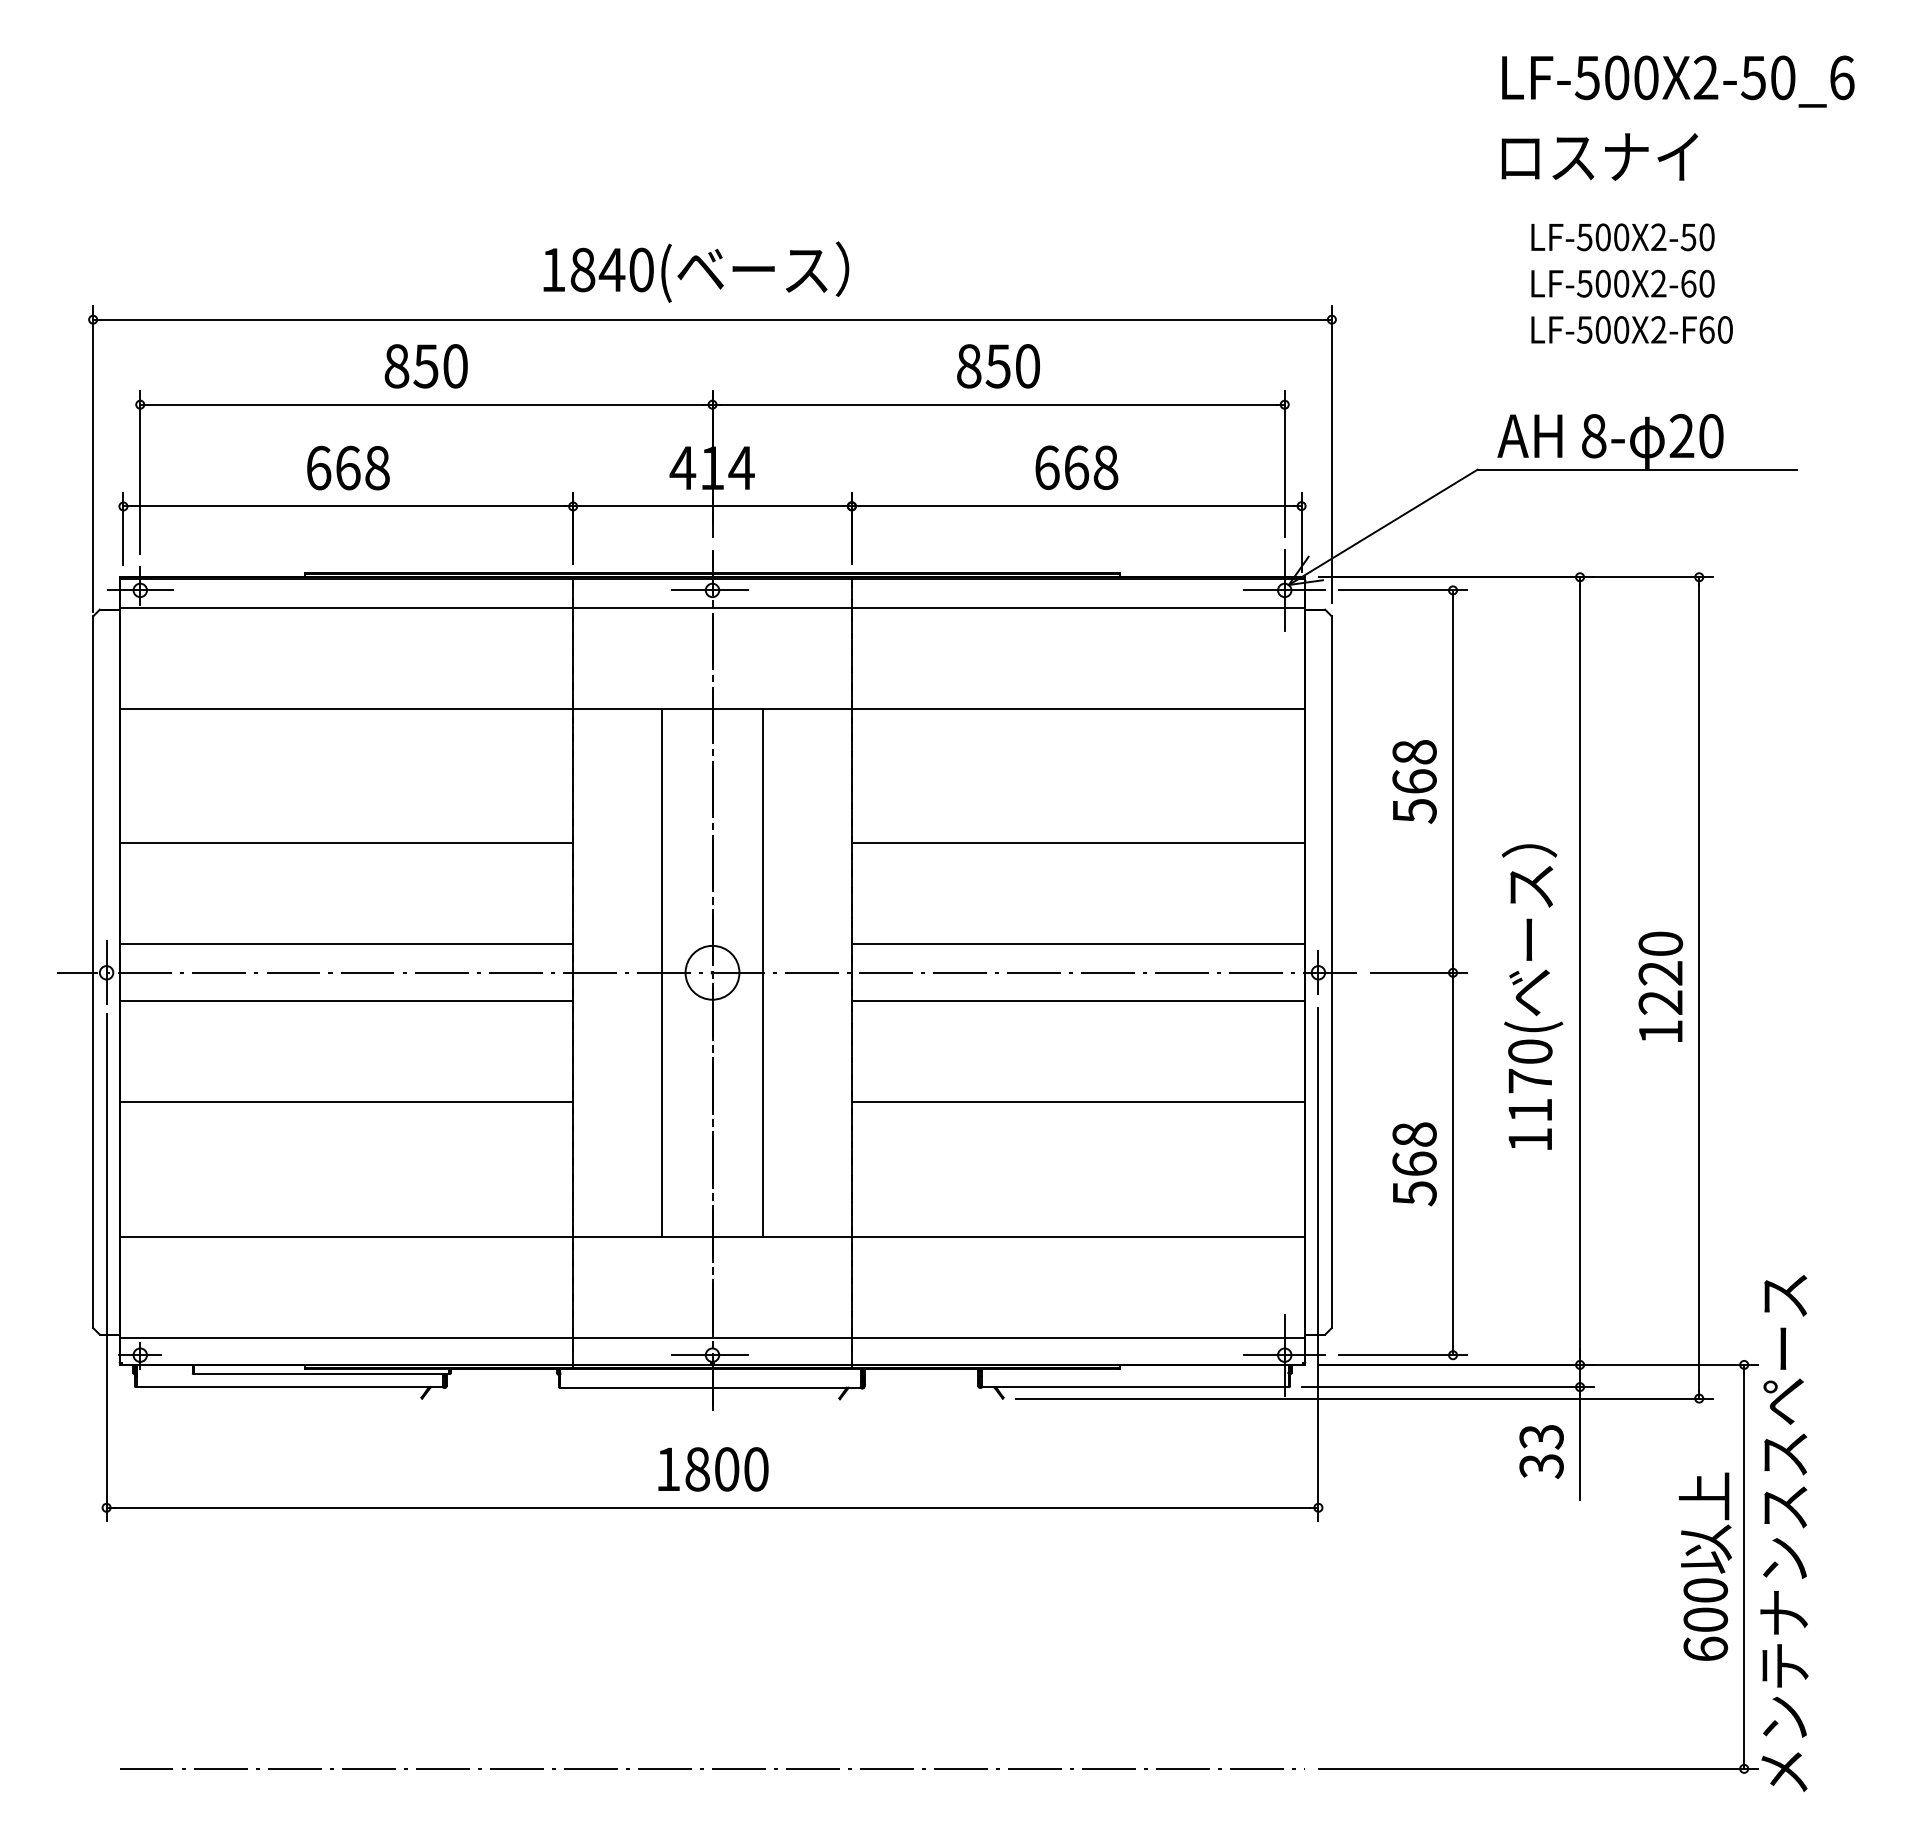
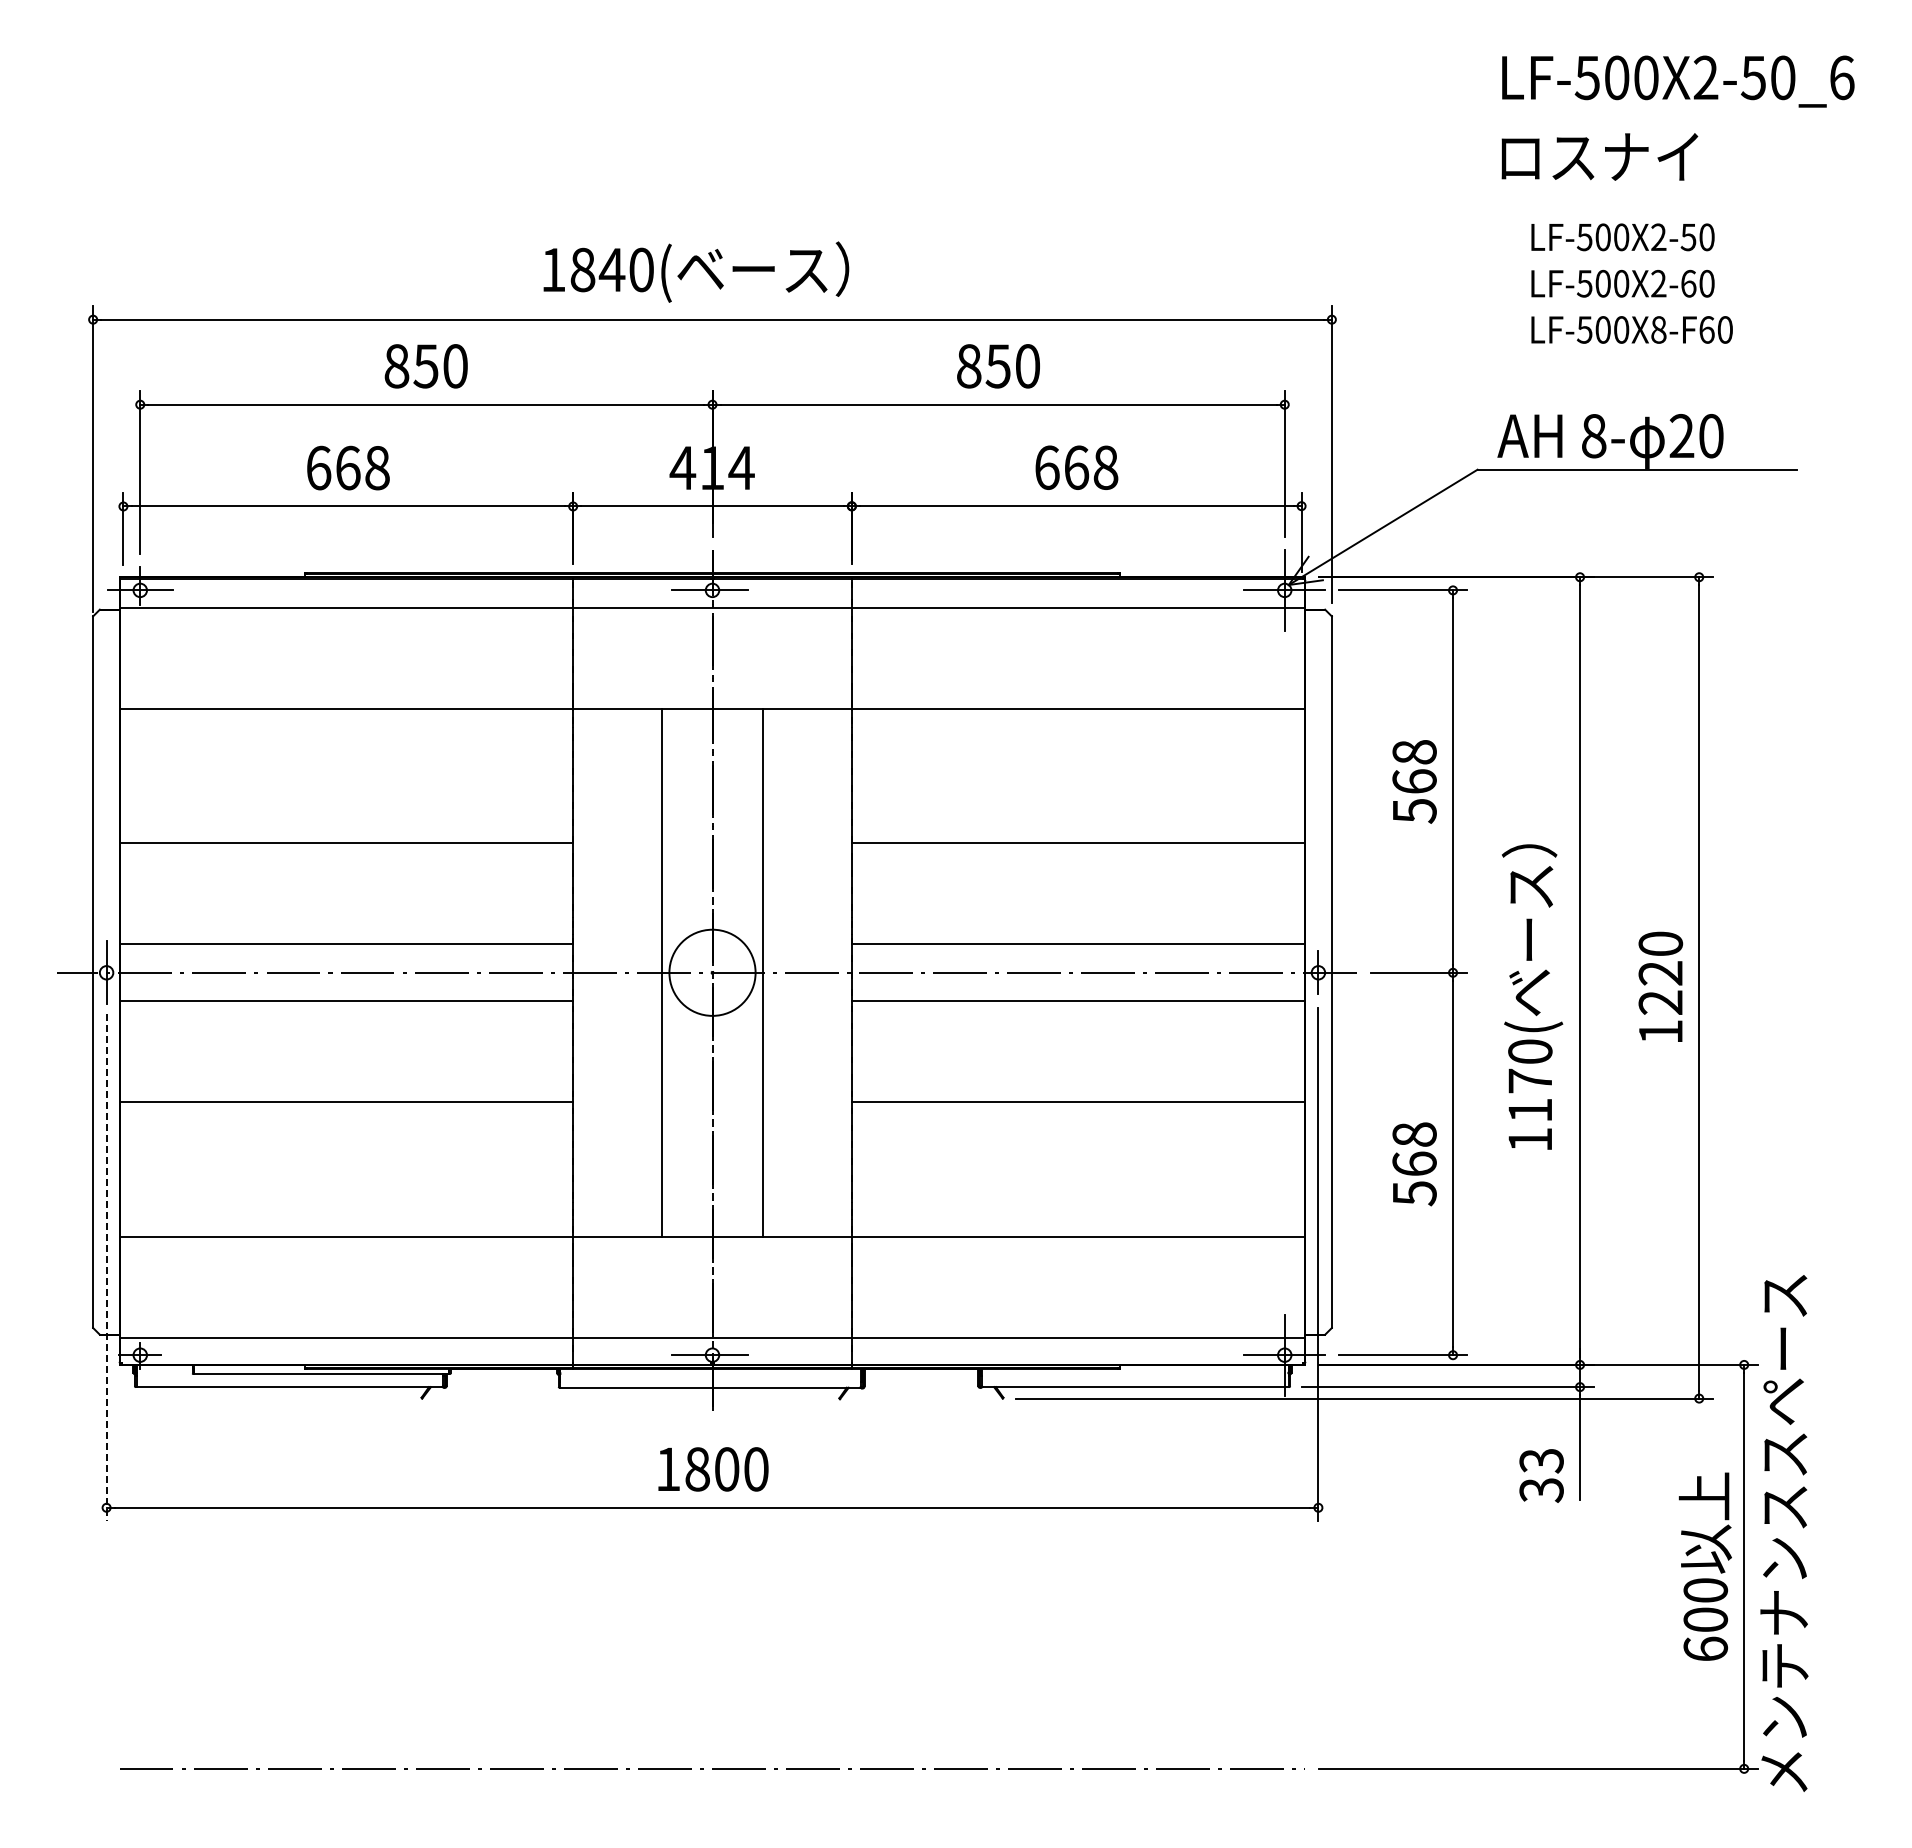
text at (1658, 329): LF-500X2-F60 -> LF-500X8-F60
circle at (712, 972) diameter: 54 px -> 86 px
line at (106, 1268): solid -> dashed
text at (1541, 1451) position: (1541, 1451) -> (1541, 1475)
